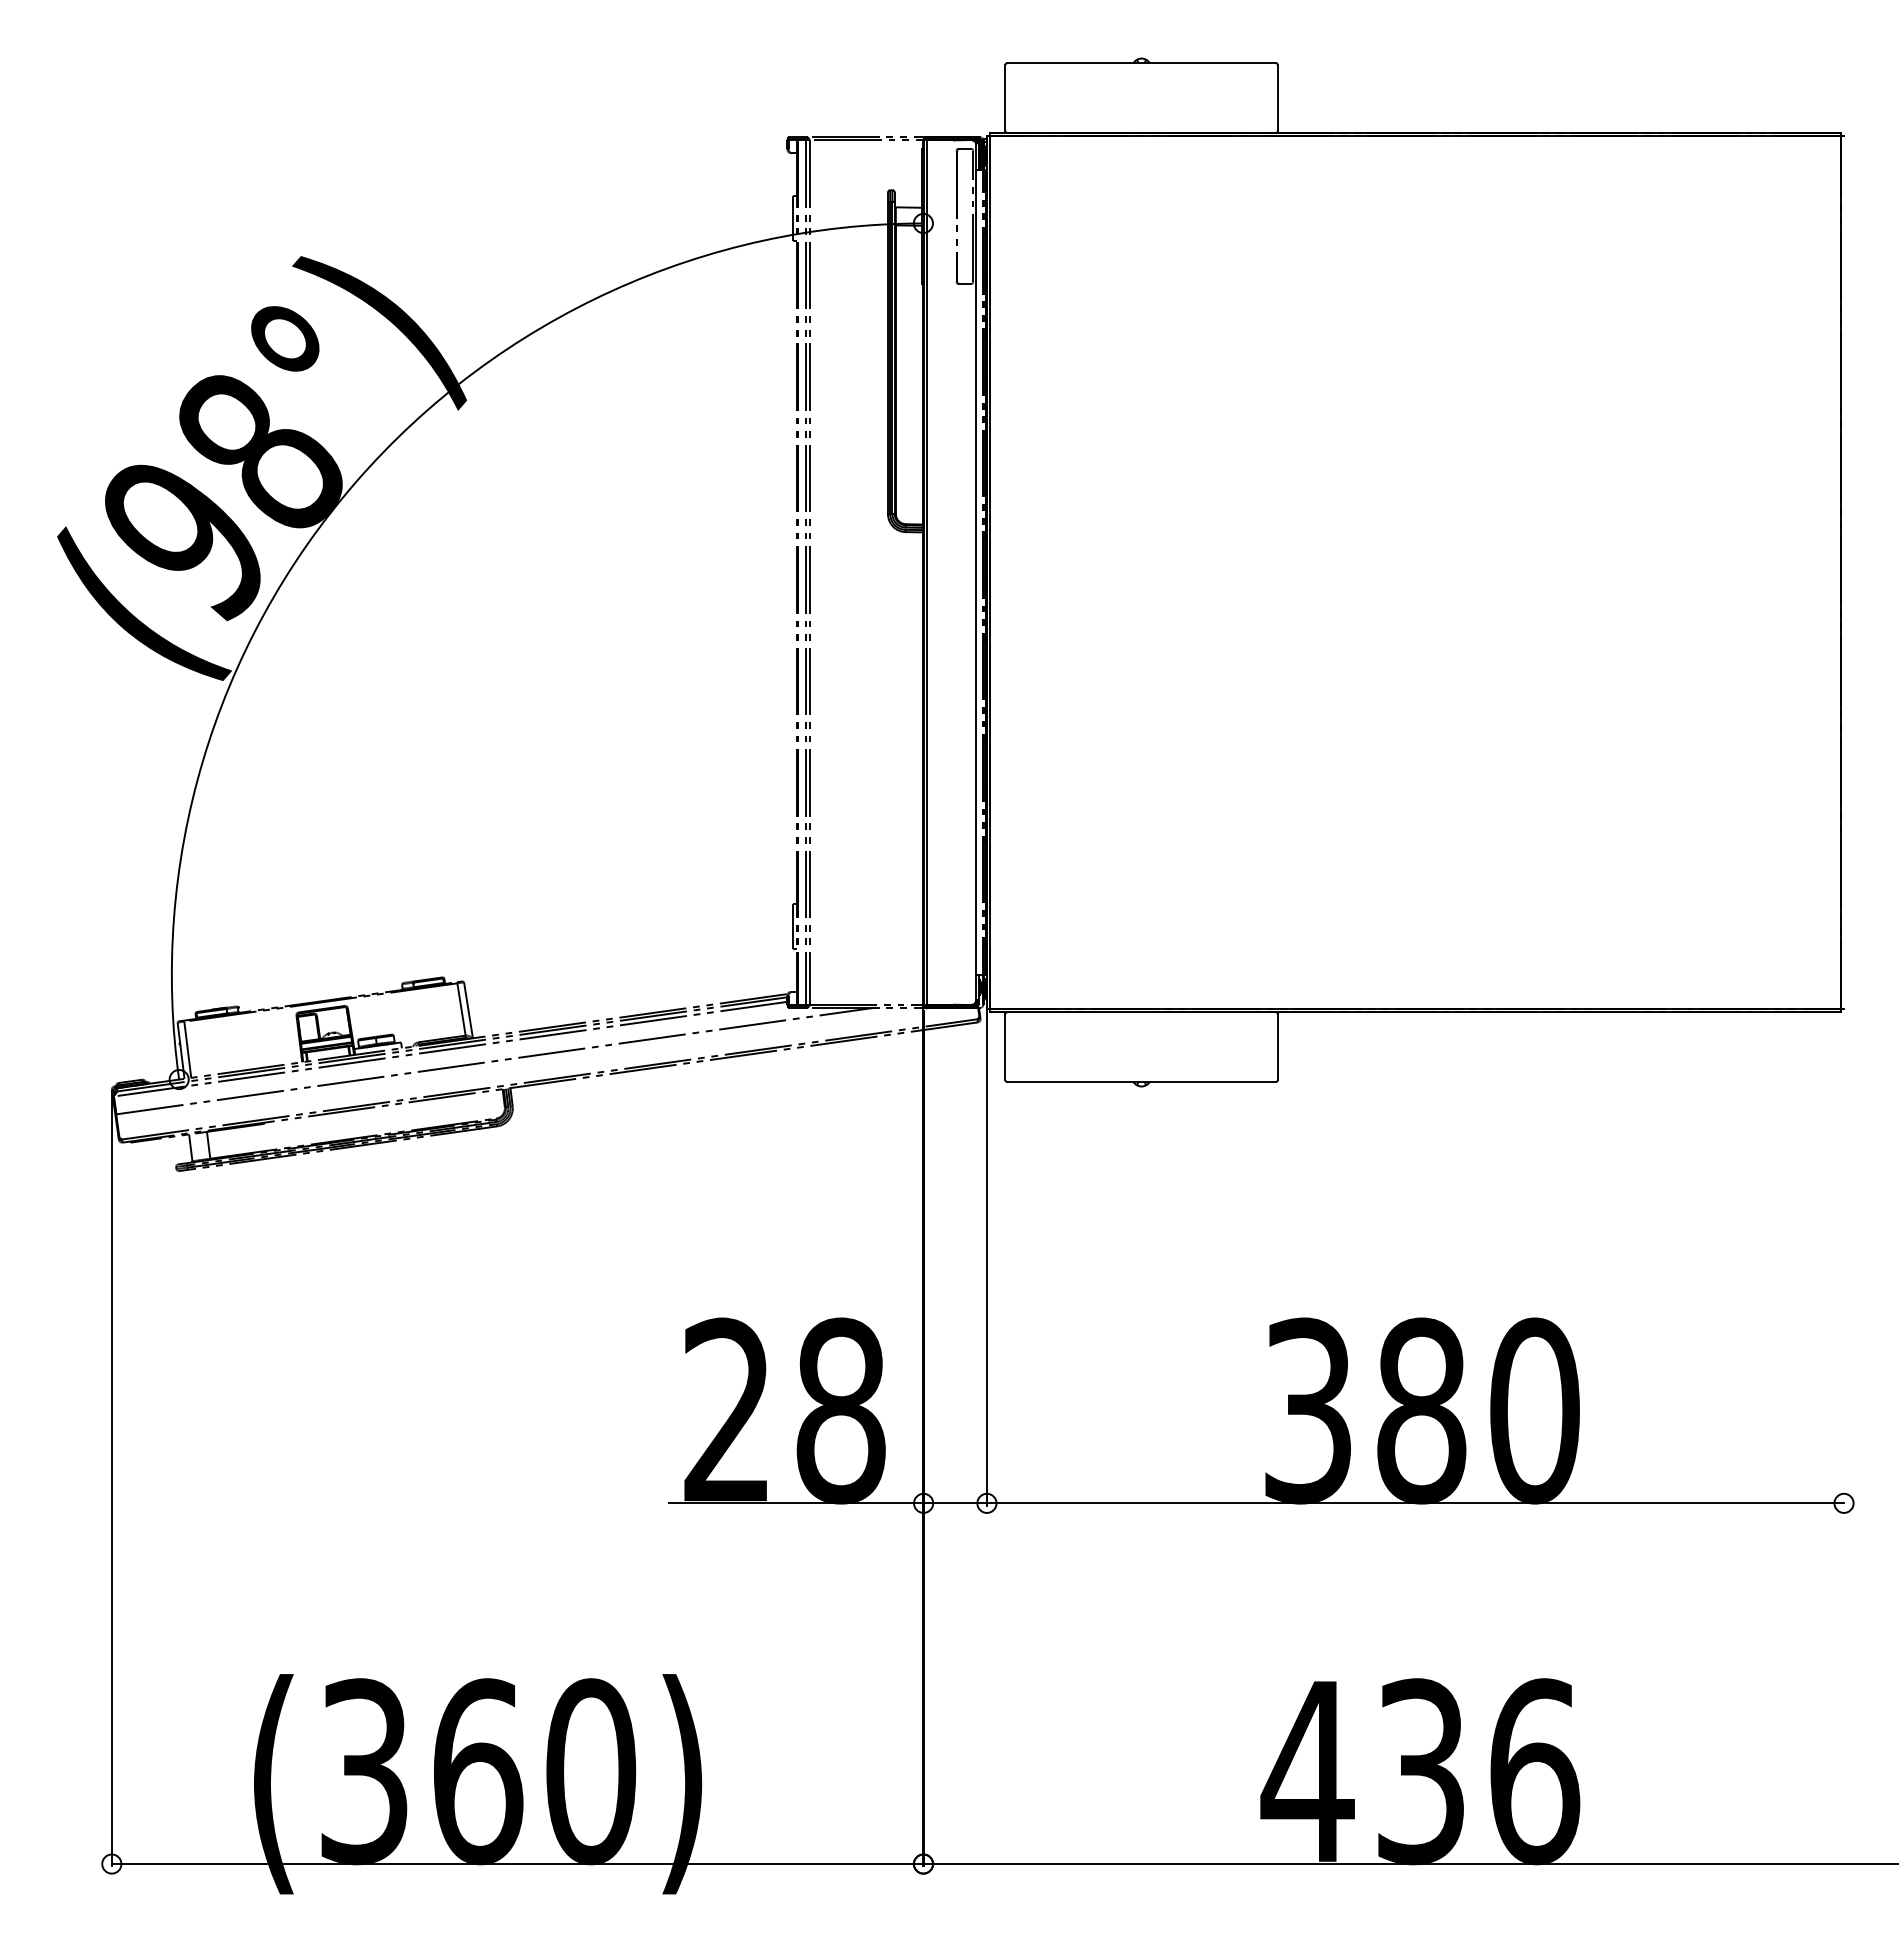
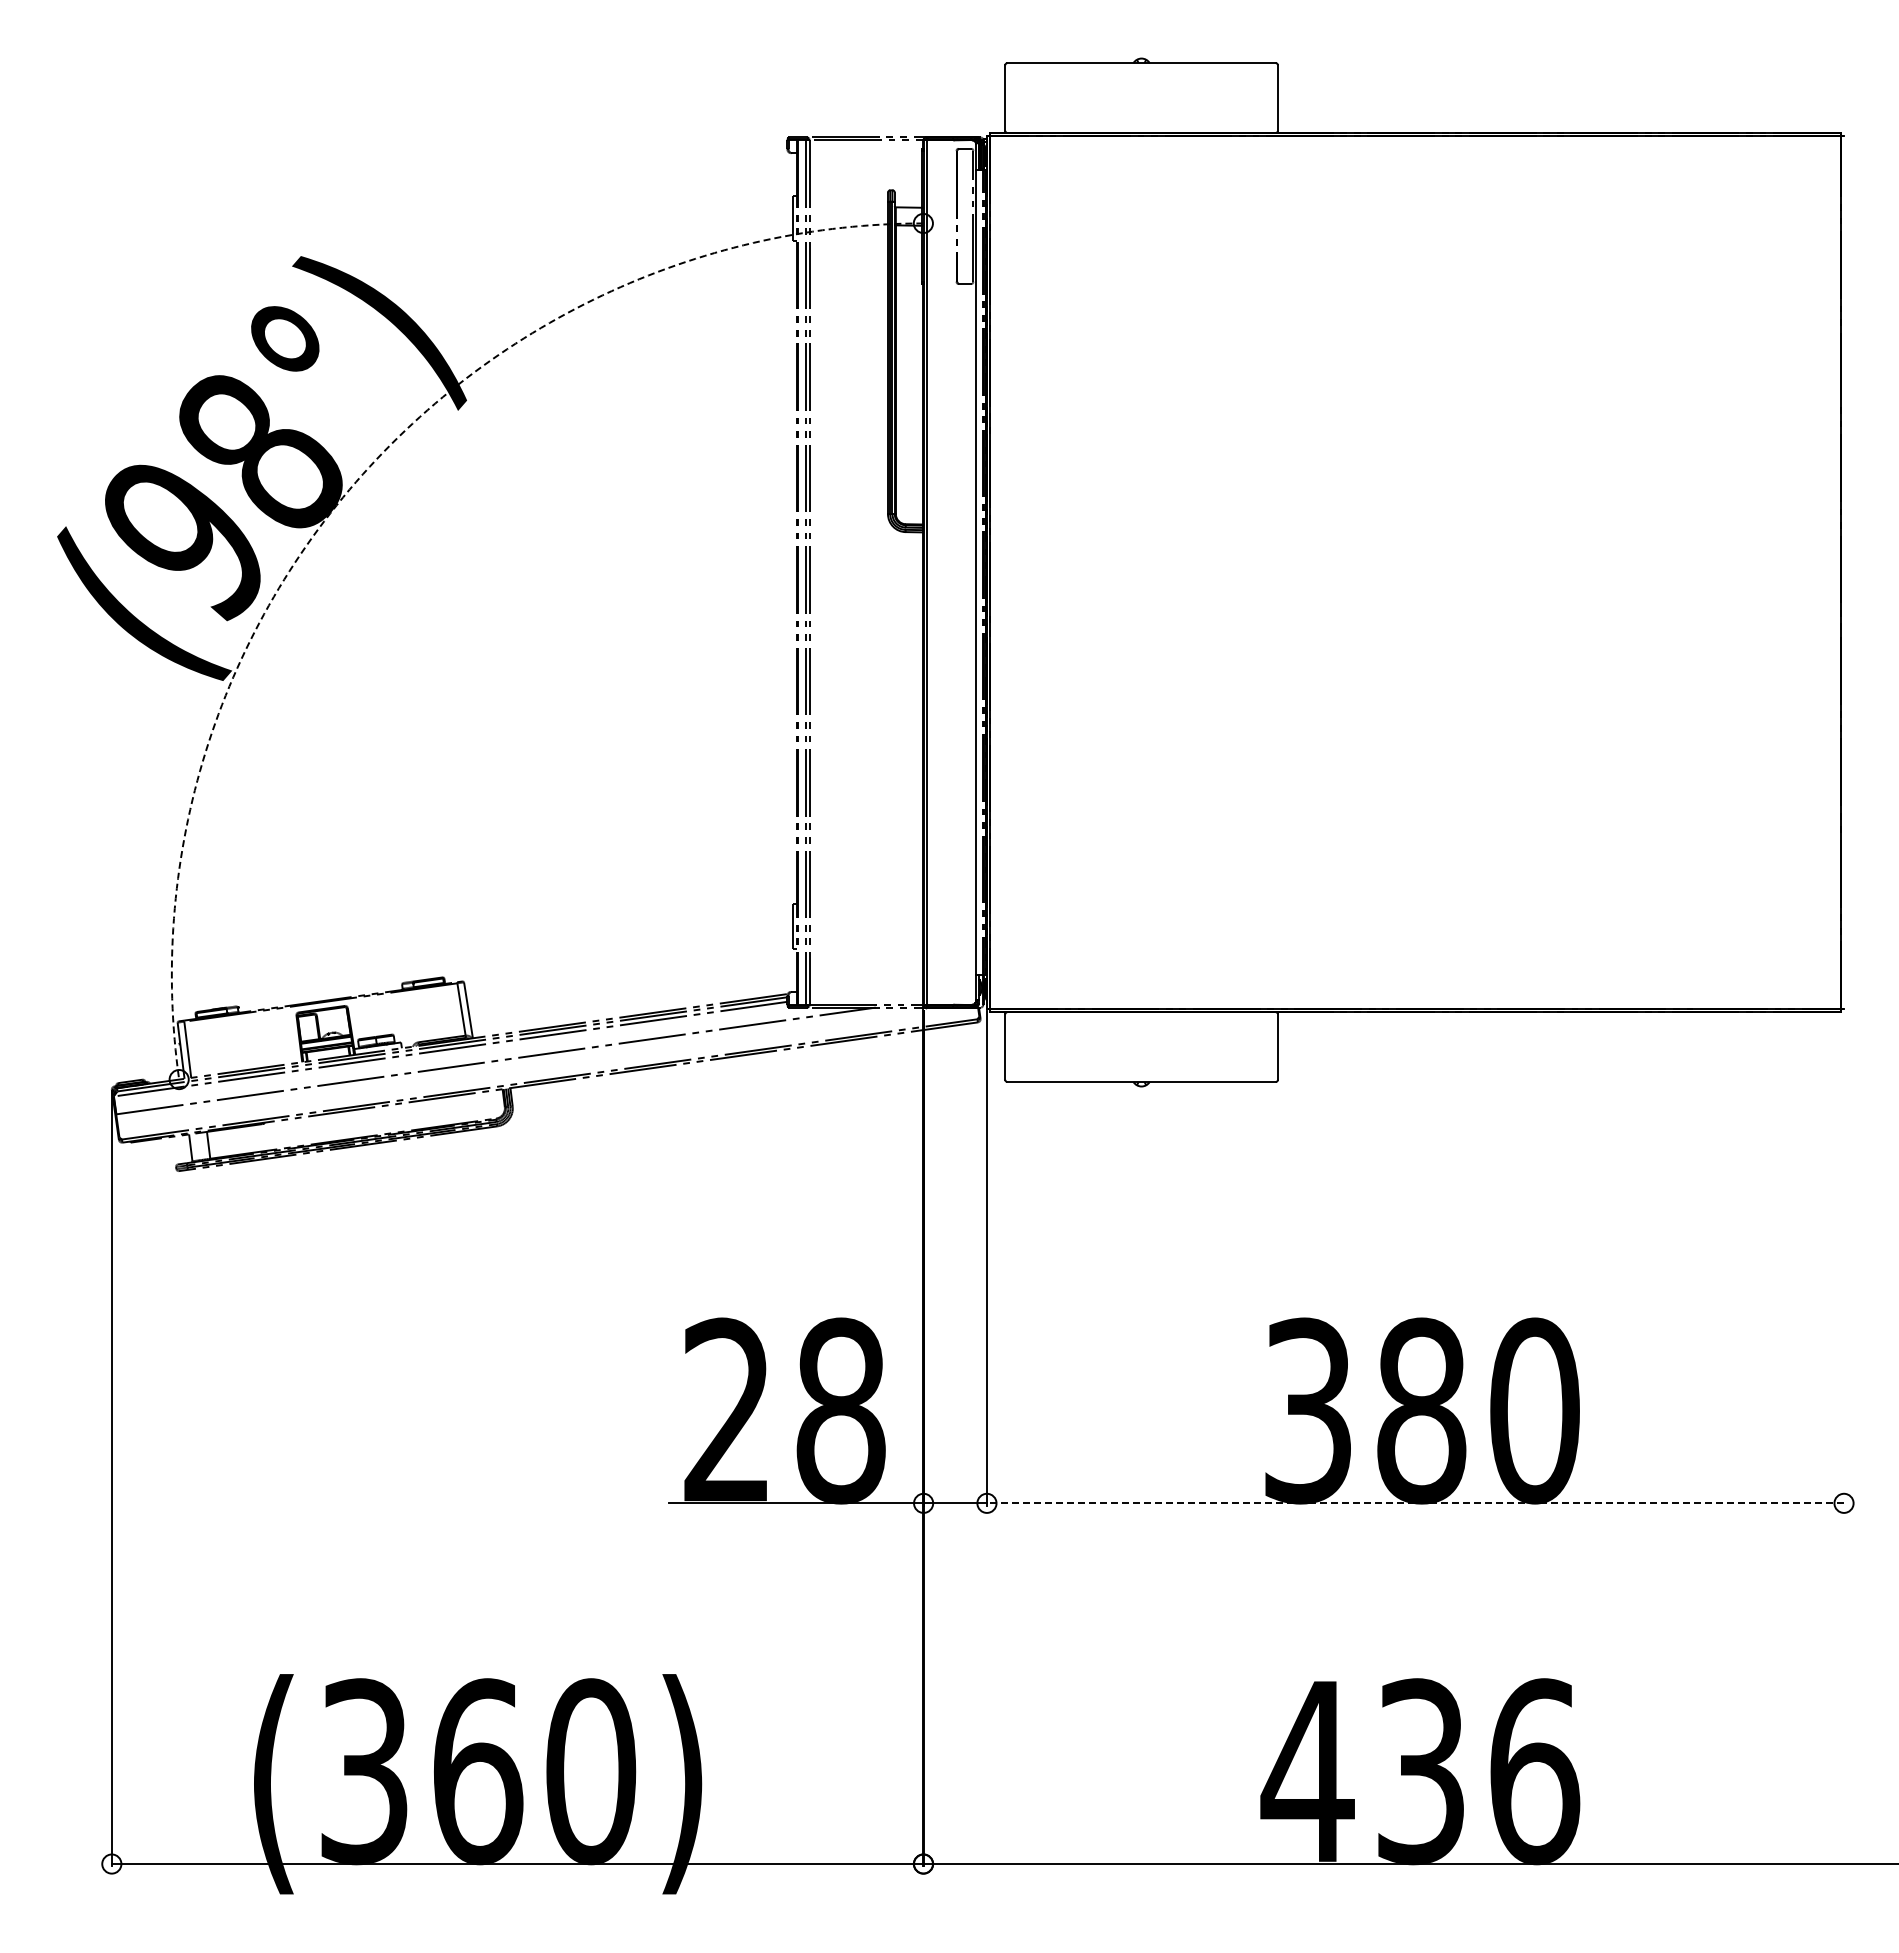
arc at (356, 481): solid -> dashed
line at (1415, 1503): solid -> dashed
